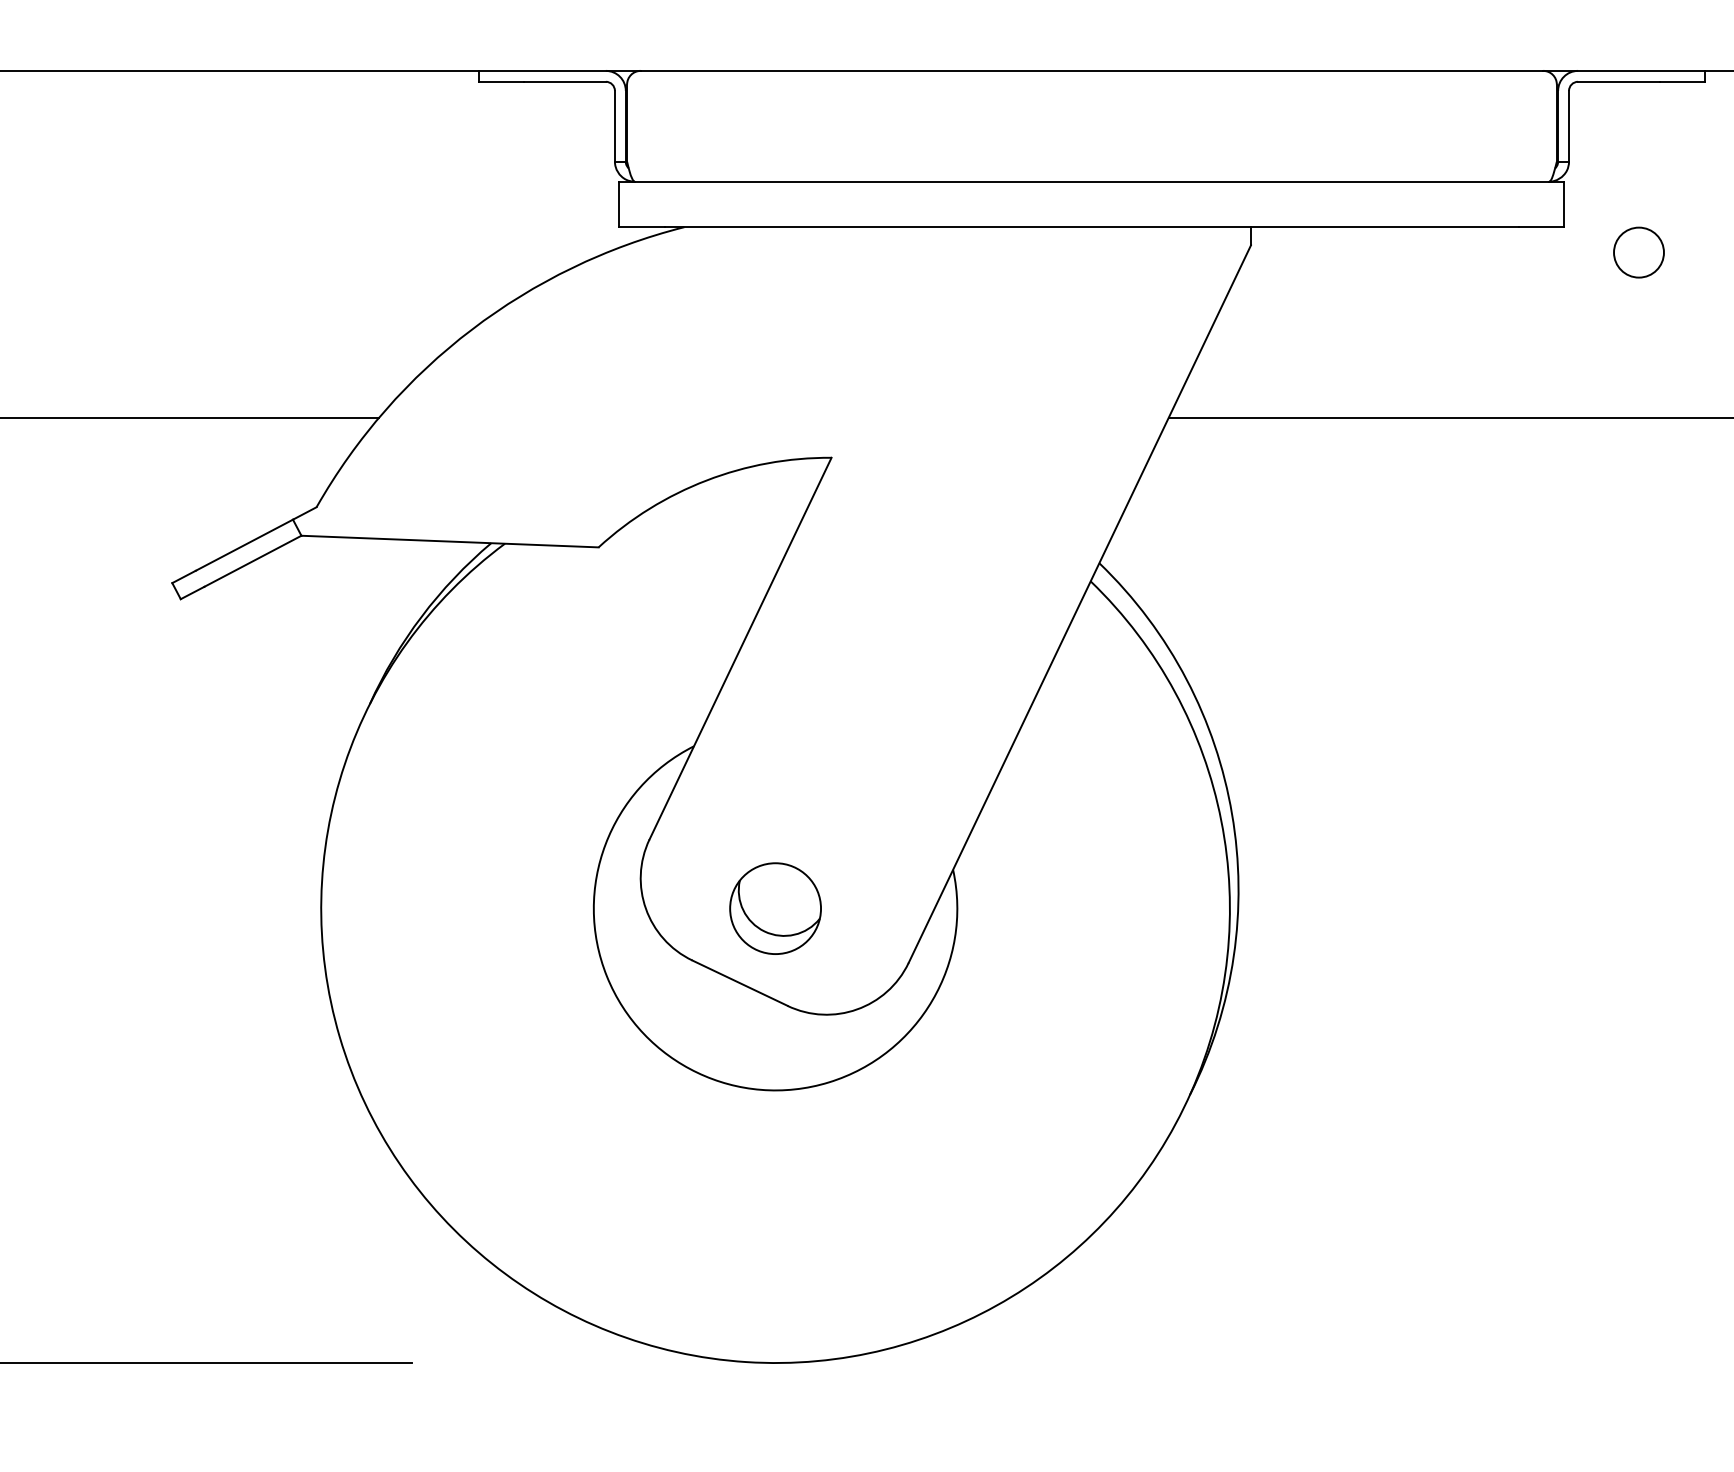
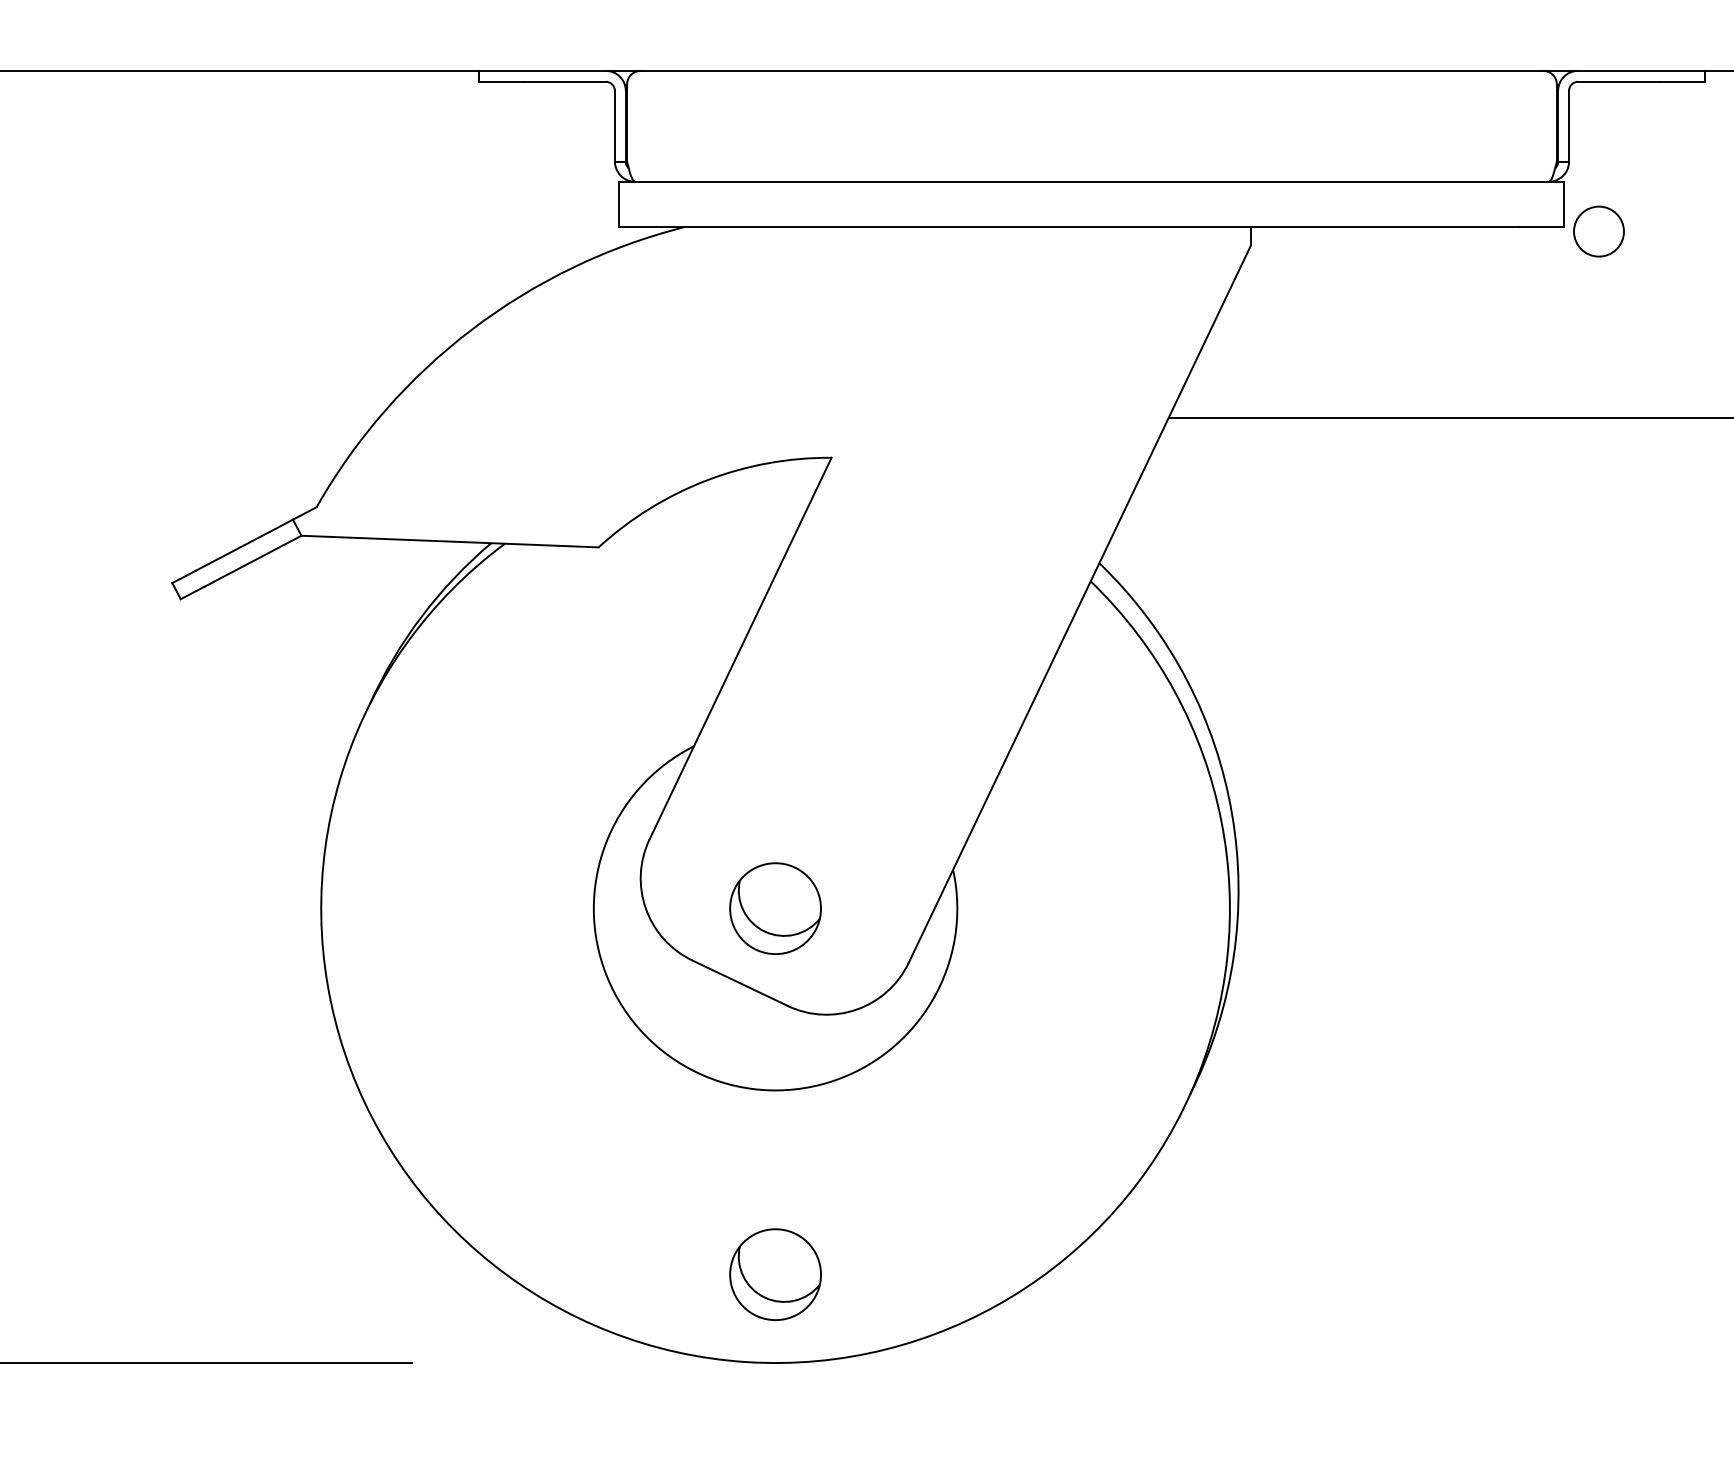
circle at (1638, 252) position: (1638, 252) -> (1598, 231)
line at (190, 418): present -> none
part at (775, 1274): none -> present
